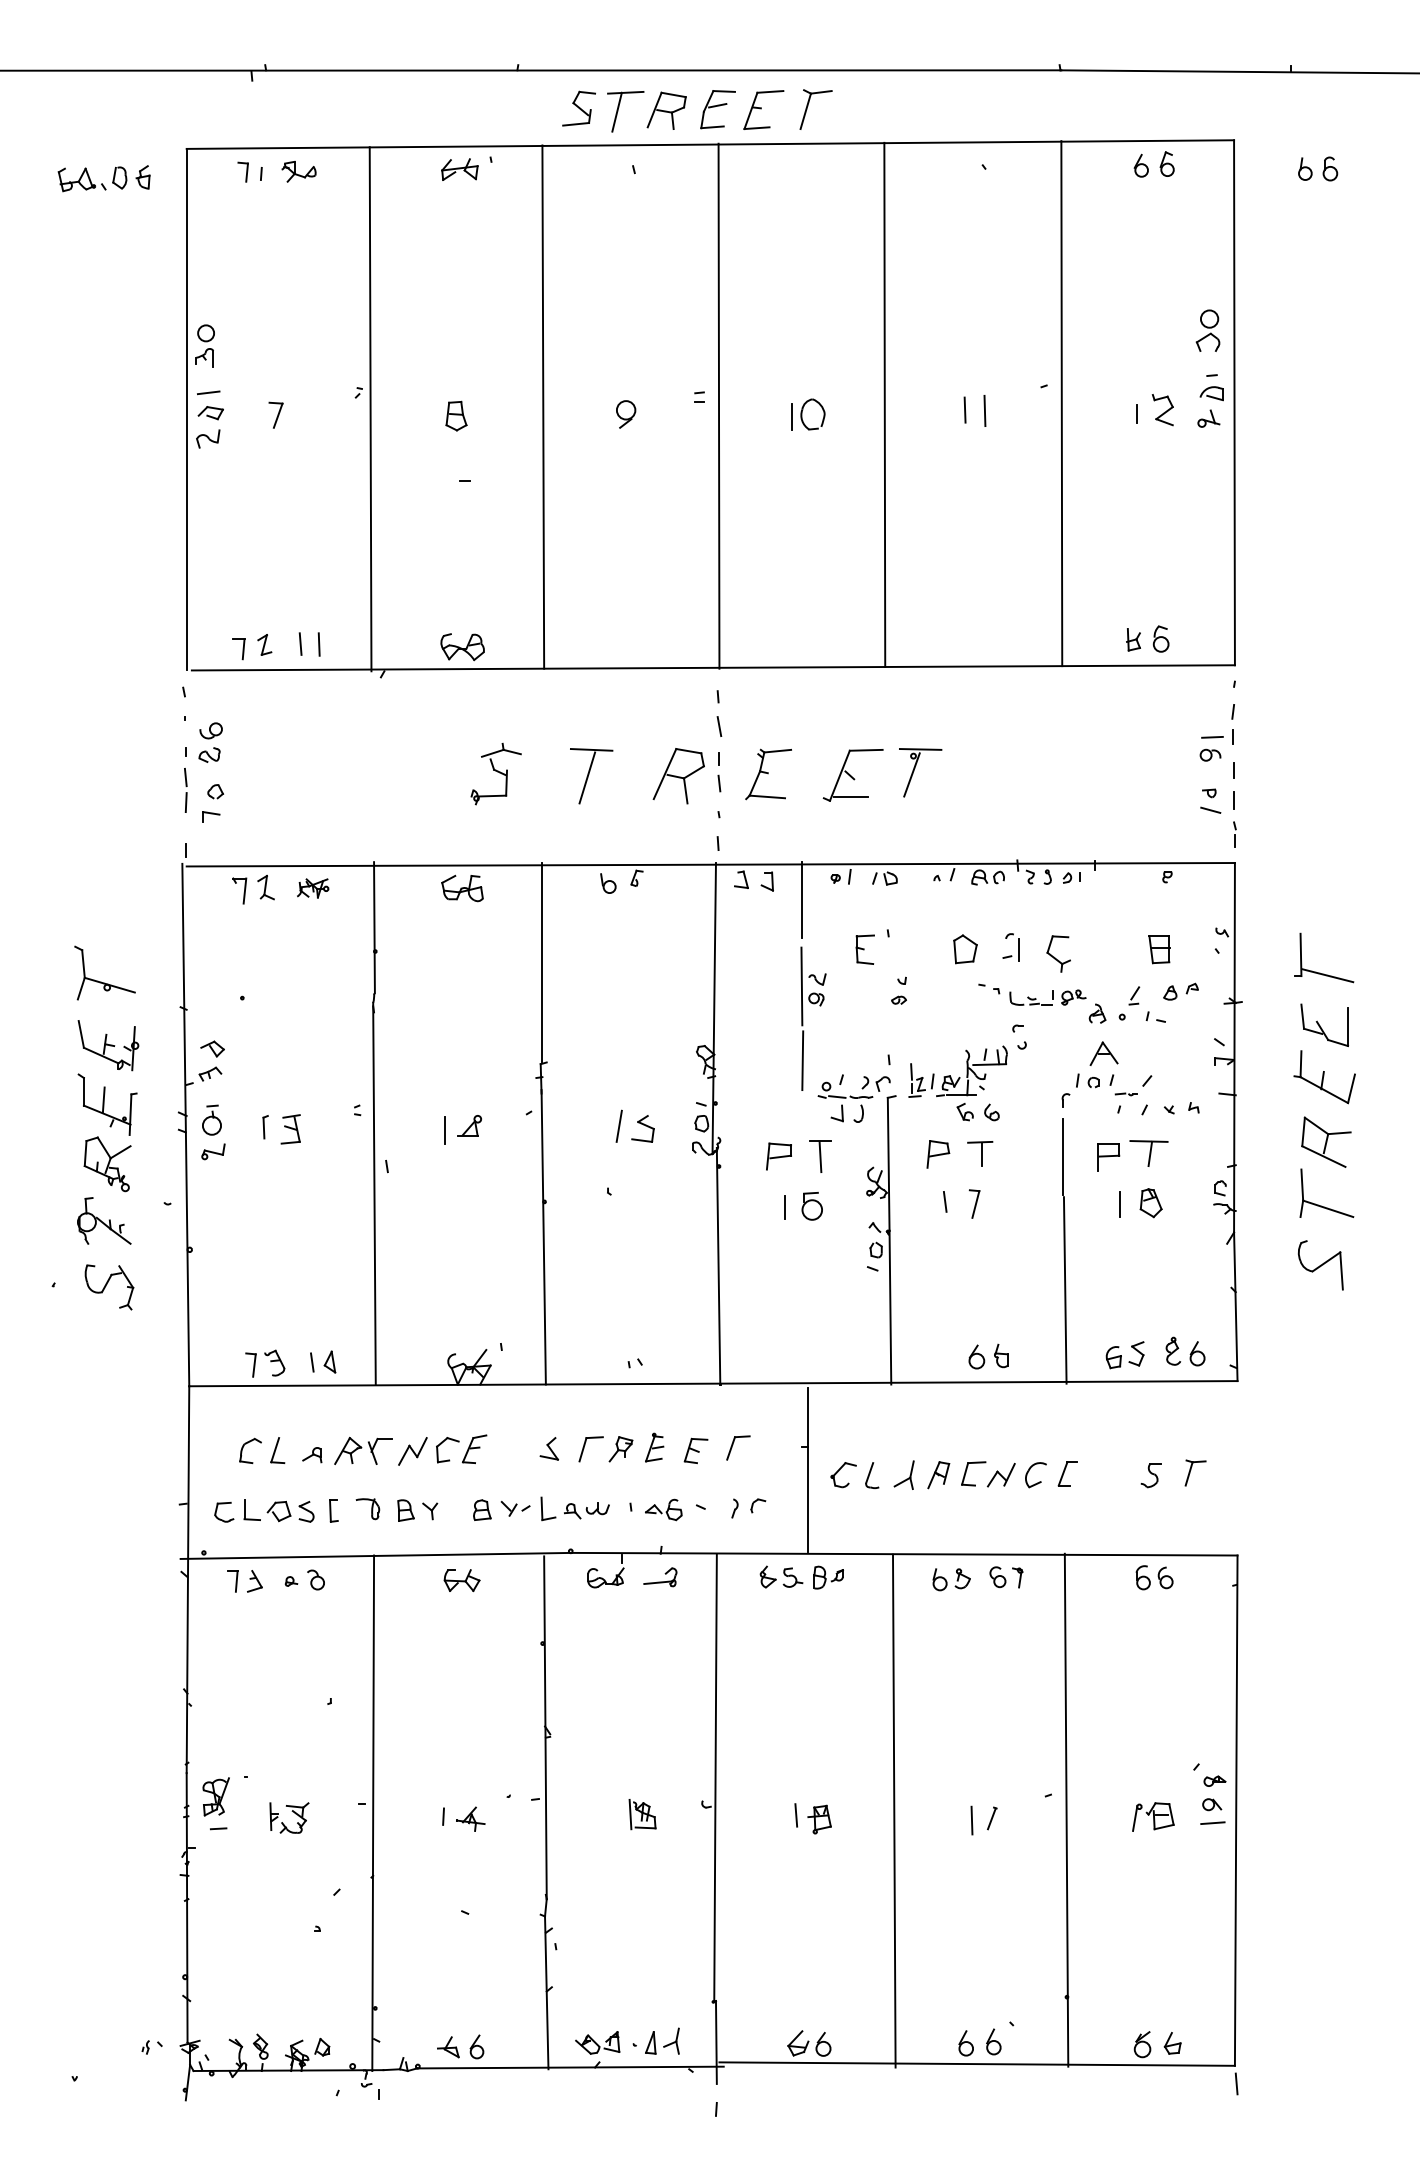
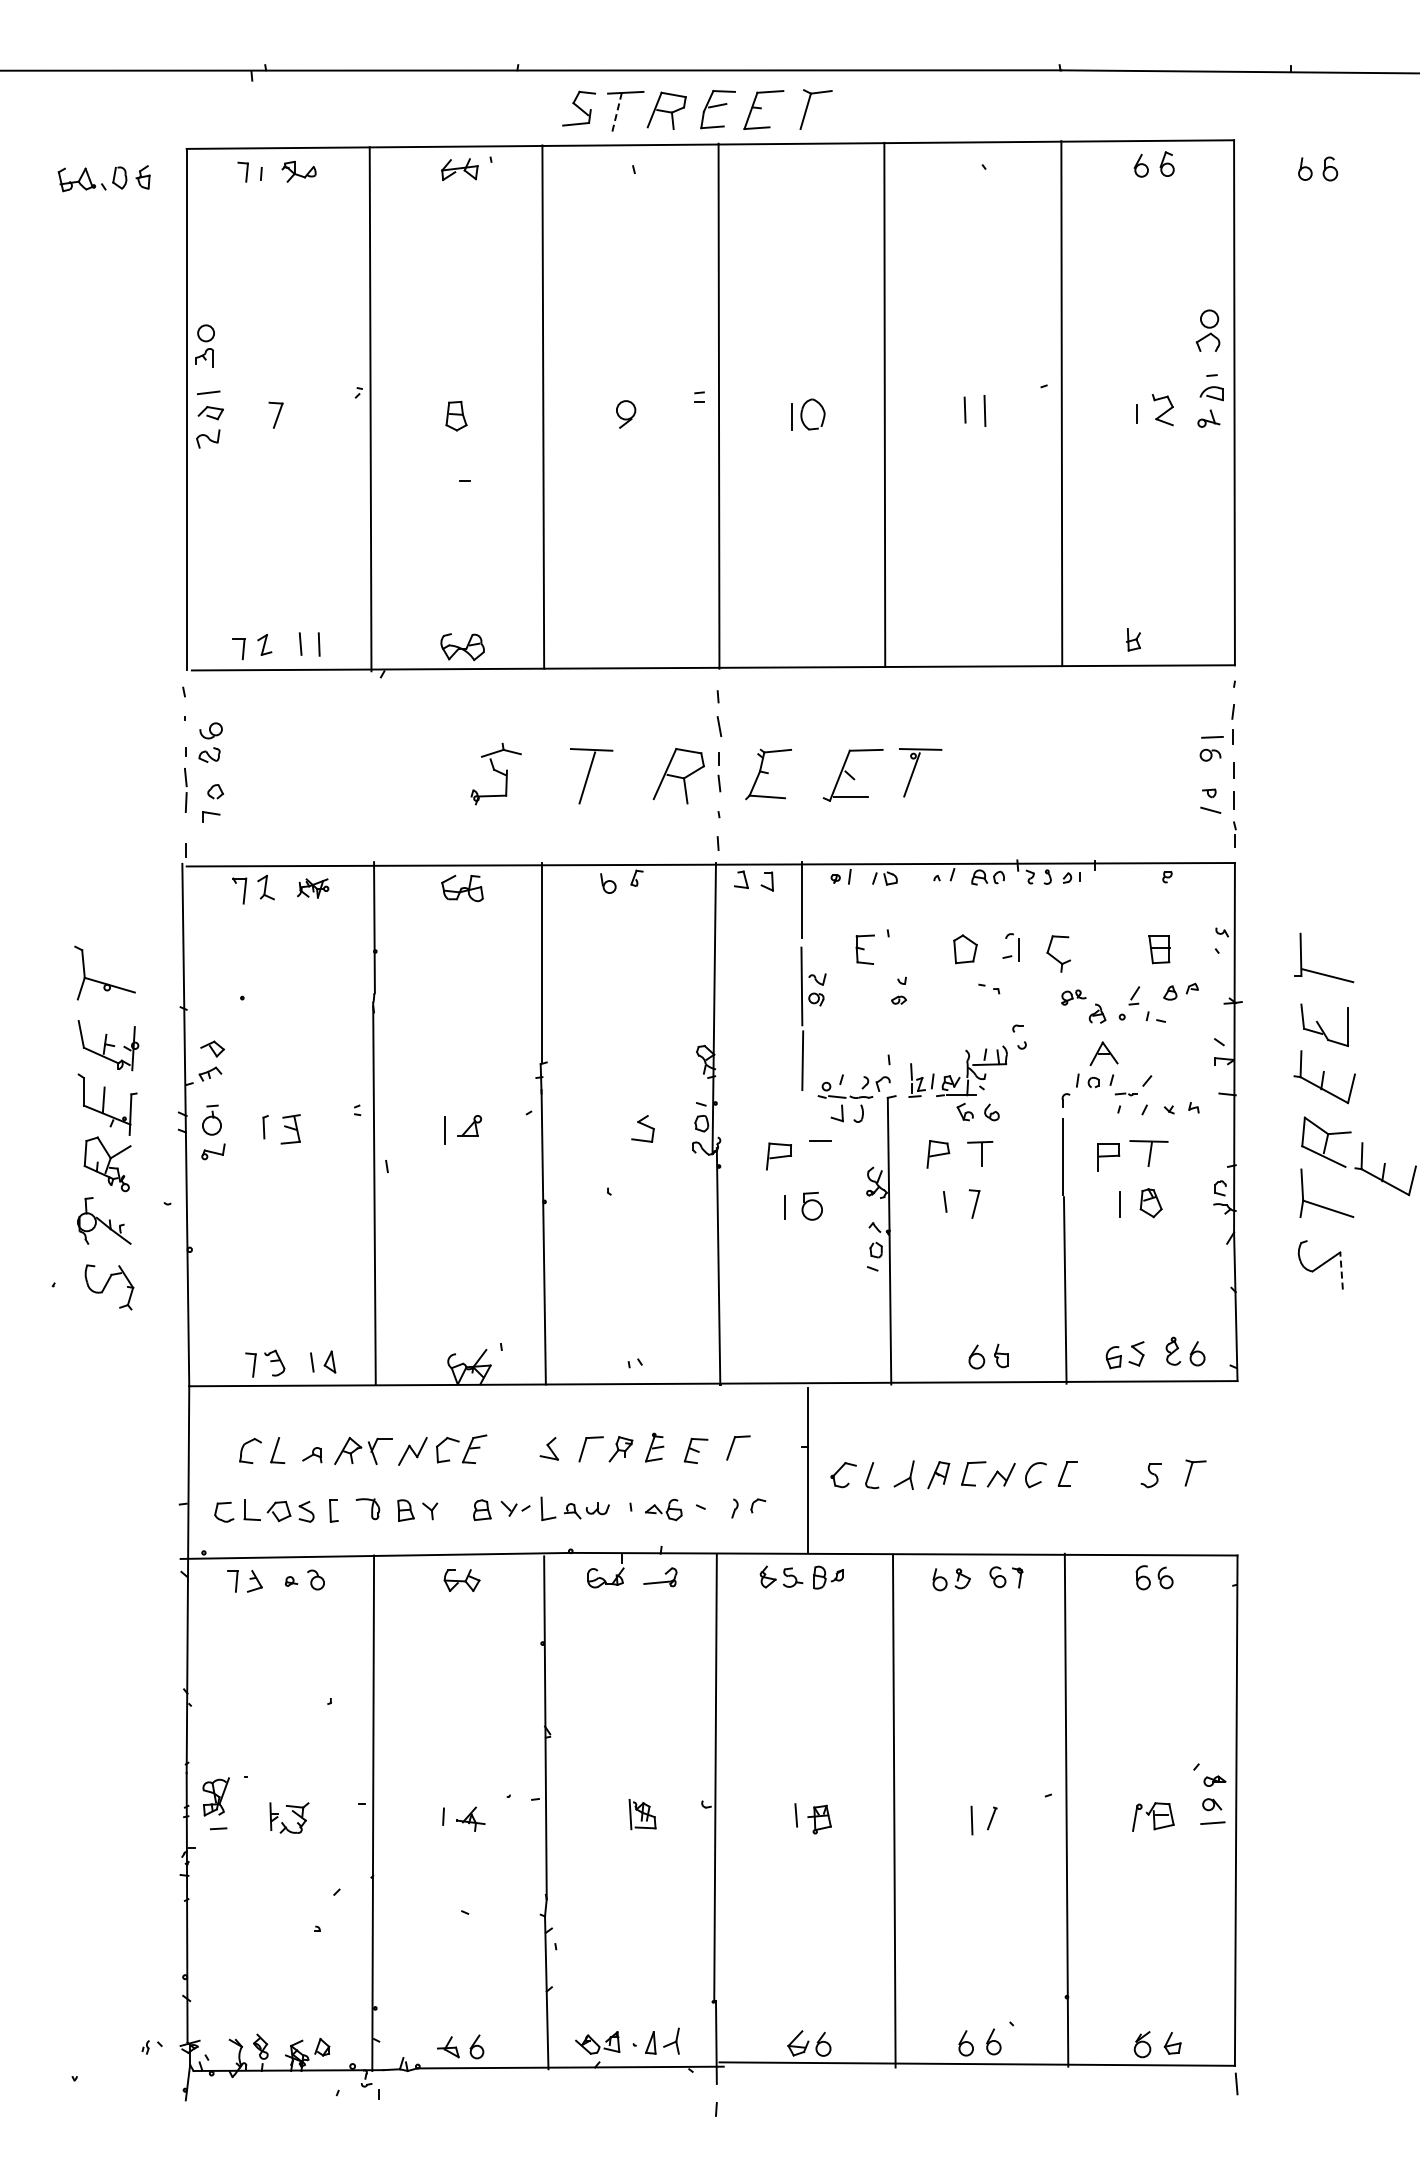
line at (617, 112): solid -> dashed
part at (1160, 638): present -> none
part at (1031, 997): present -> none
line at (618, 1125): present -> none
line at (820, 1156): present -> none
part at (1385, 1169): none -> present
line at (1341, 1270): solid -> dashed
